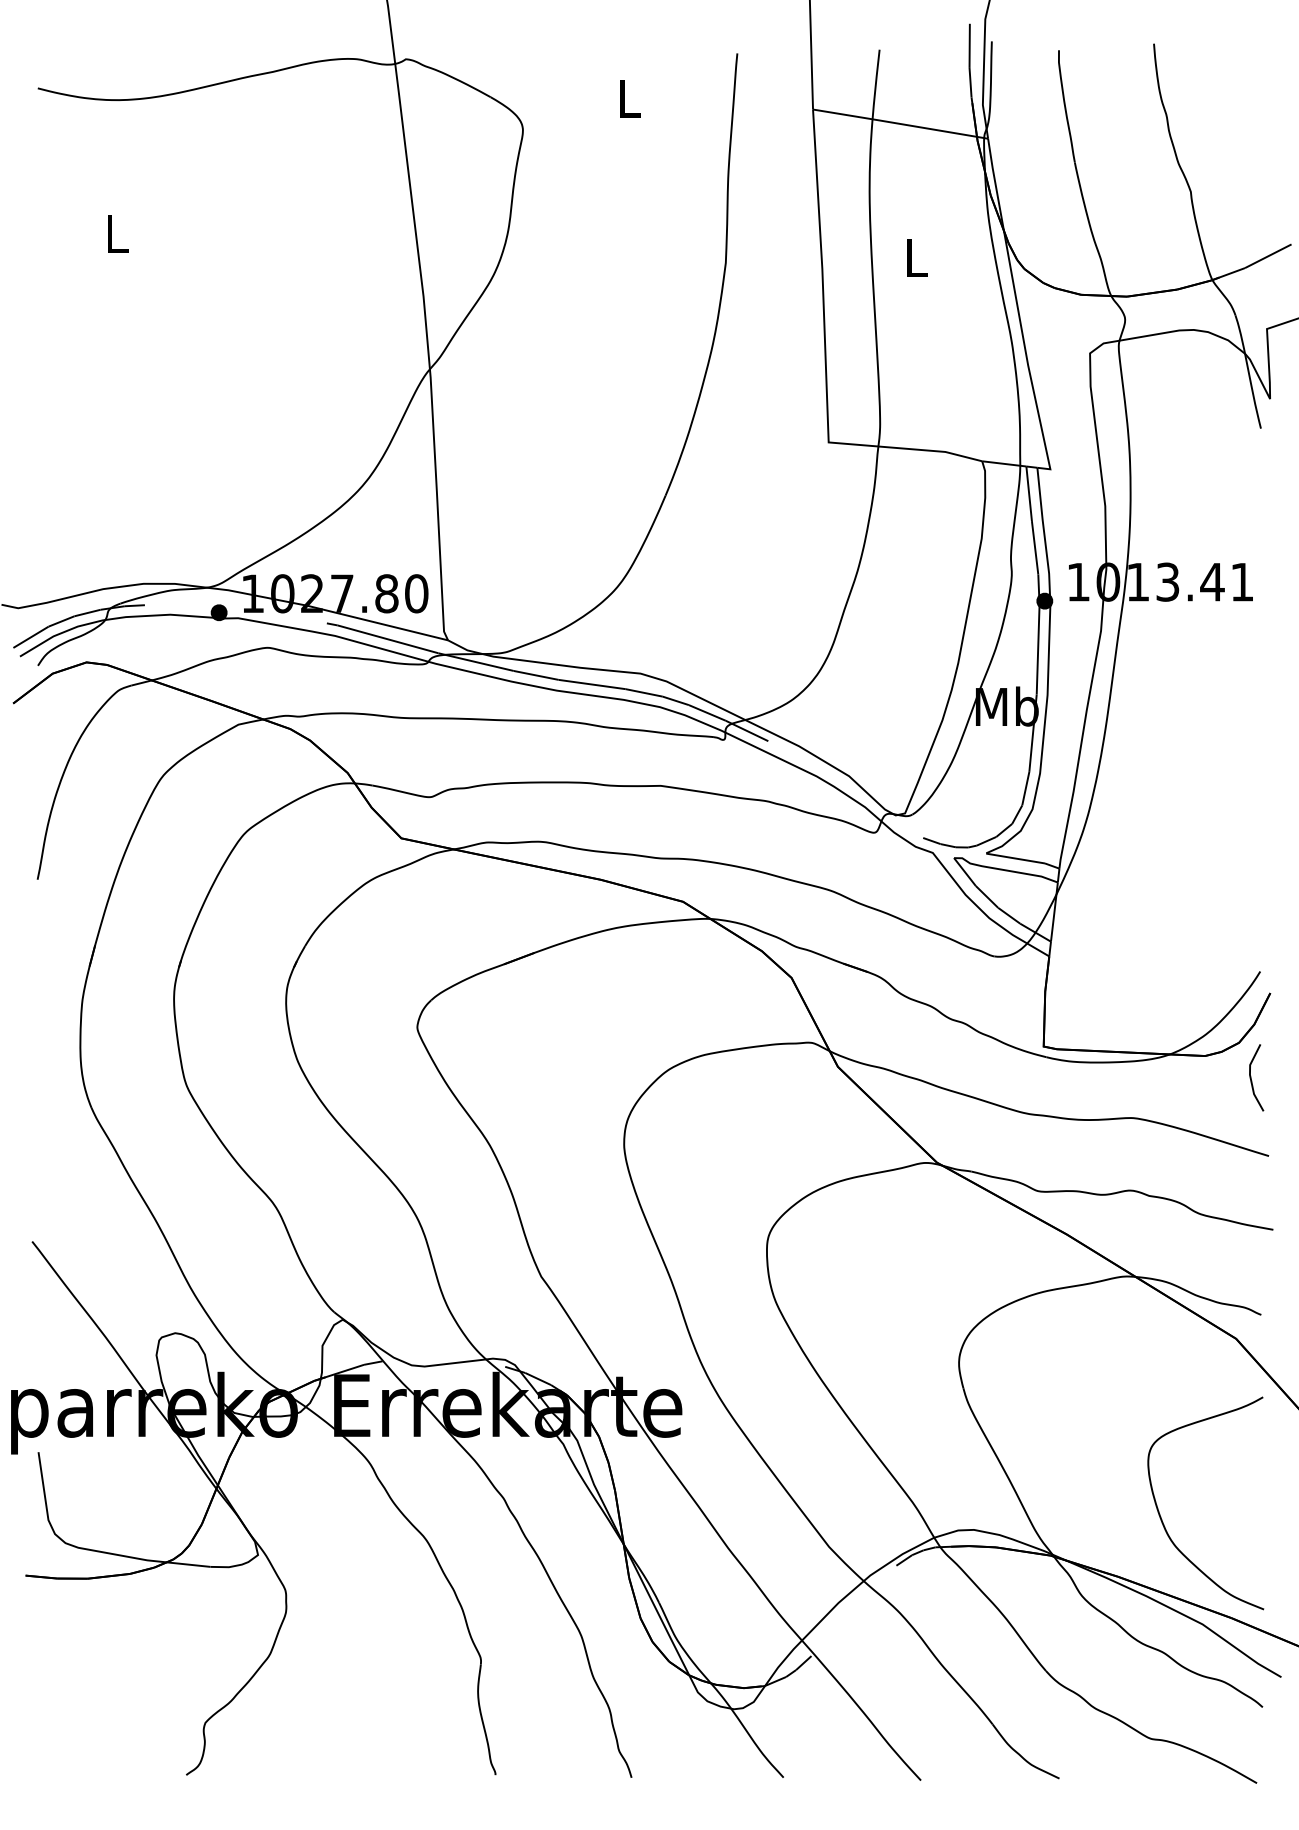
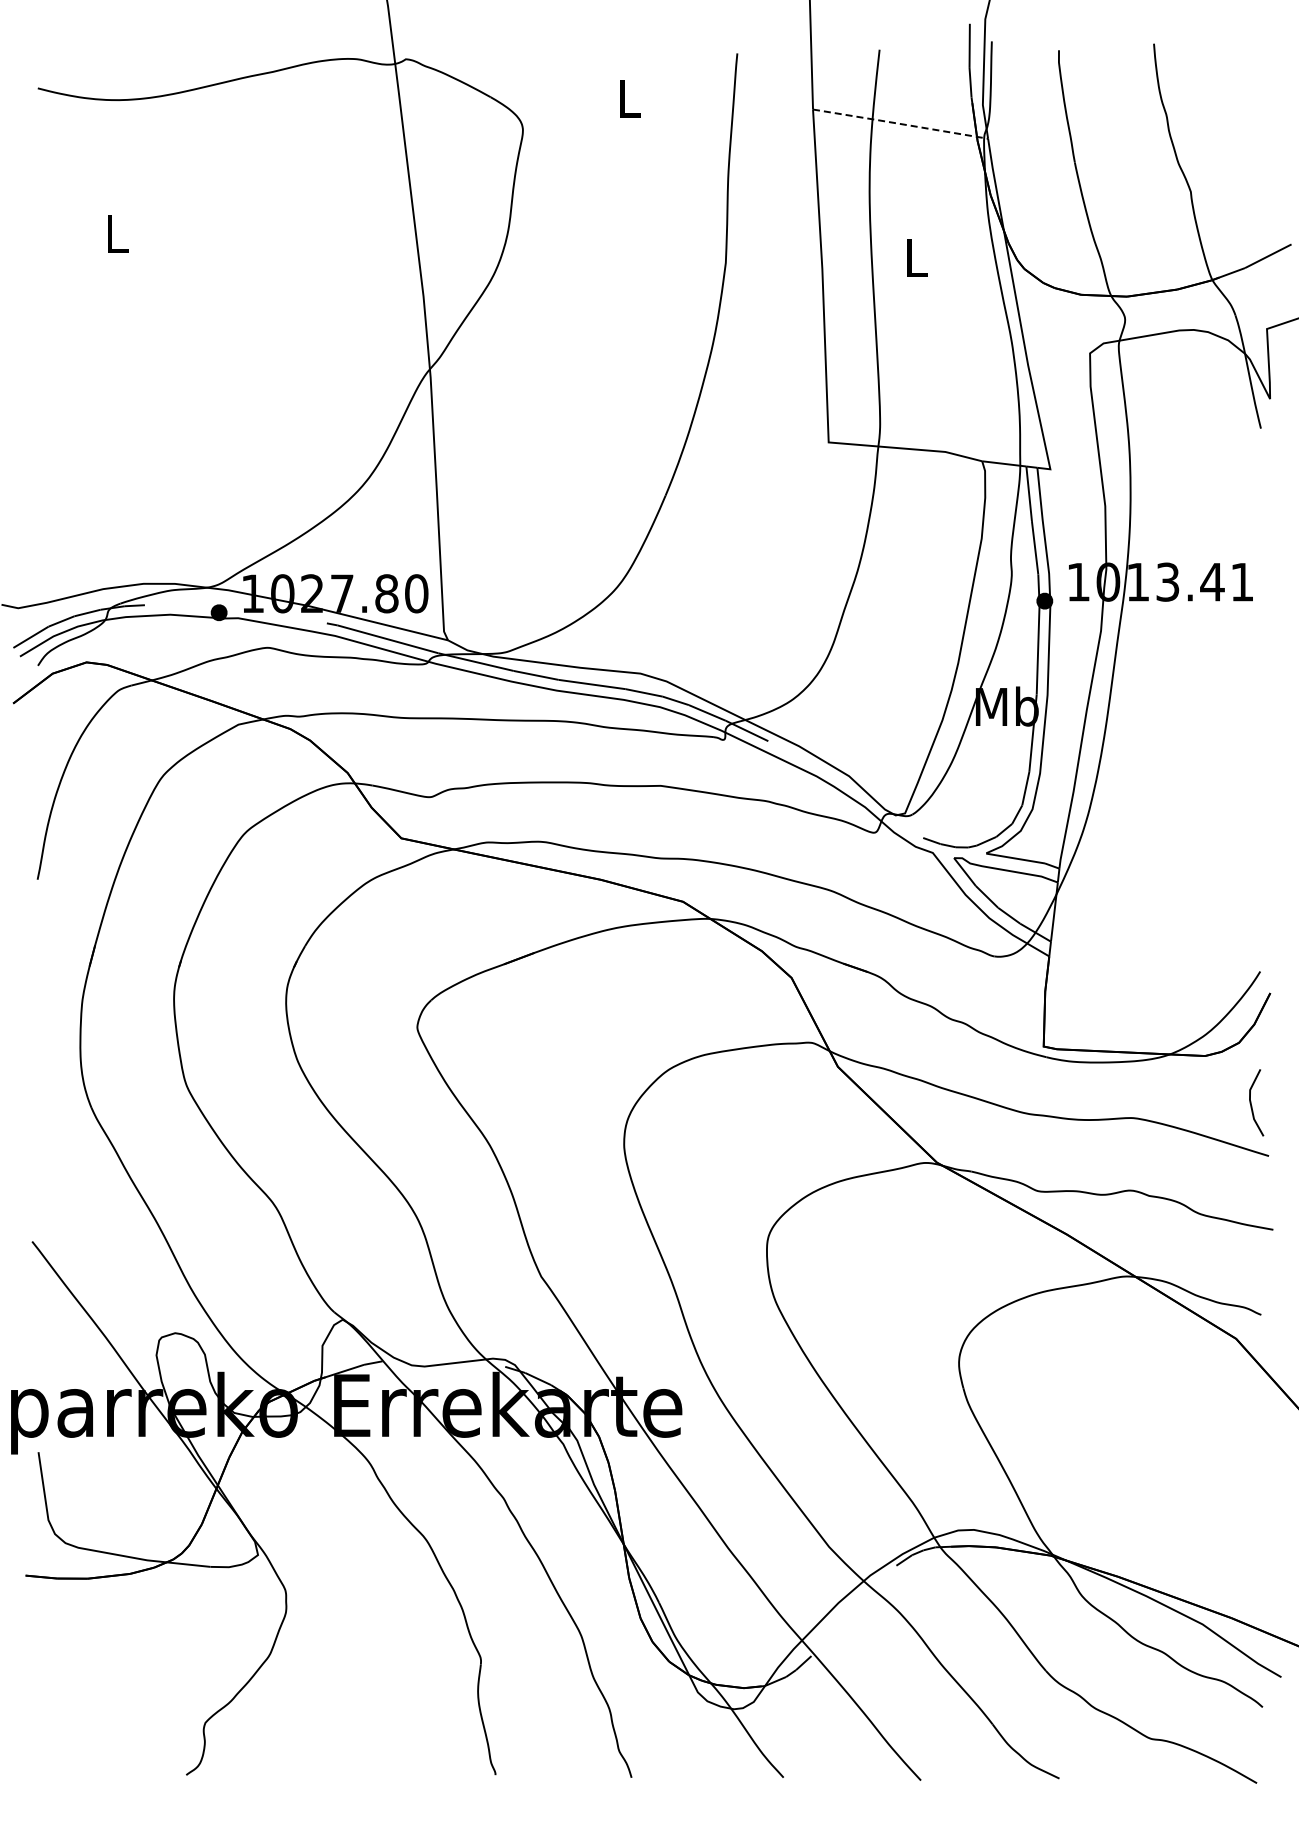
line at (900, 123): solid -> dashed
line at (1251, 1077) position: (1251, 1077) -> (1251, 1102)
curve at (1161, 1516): present -> none
